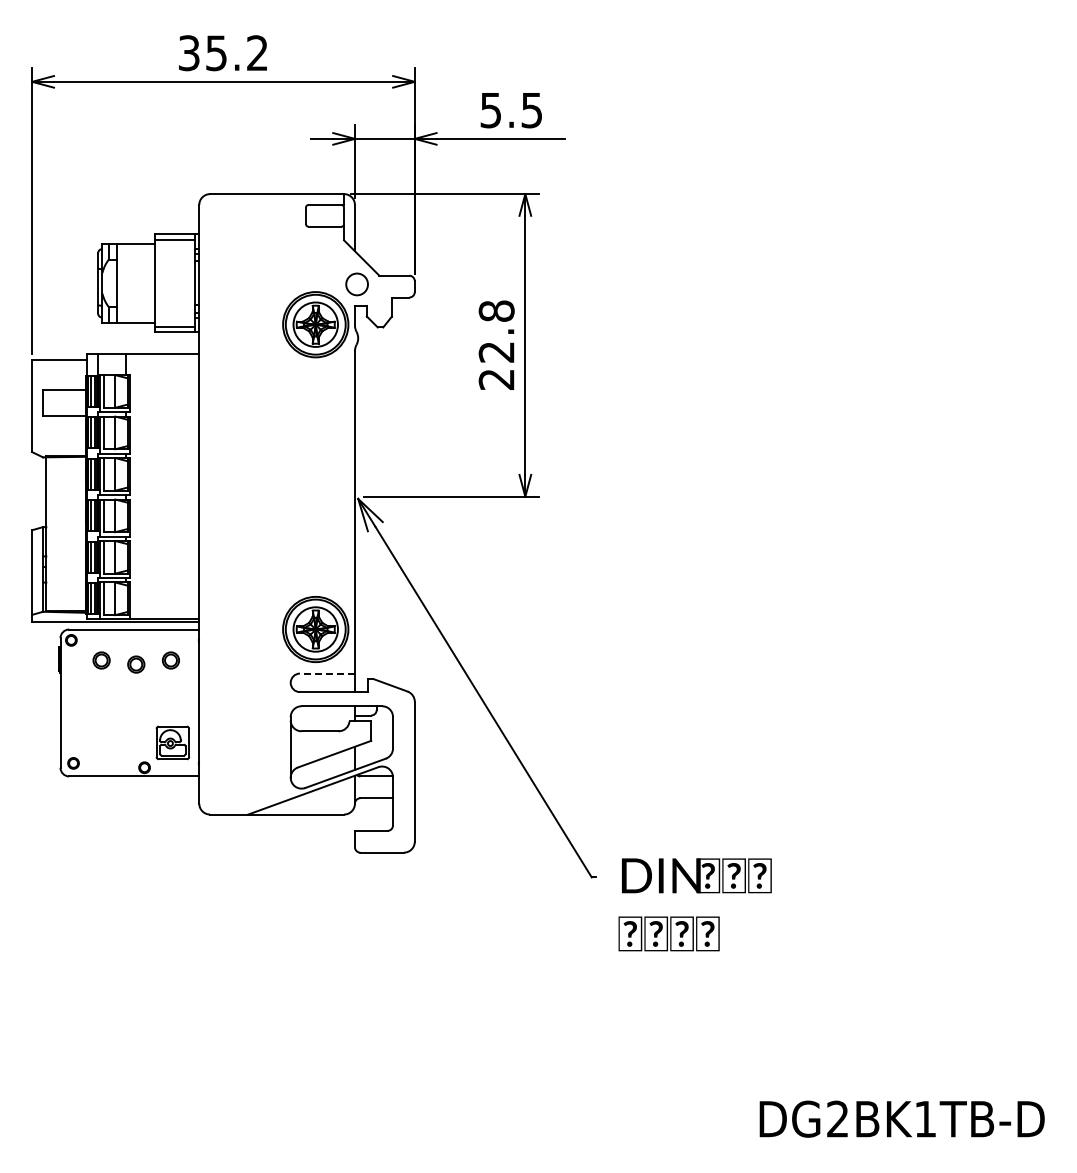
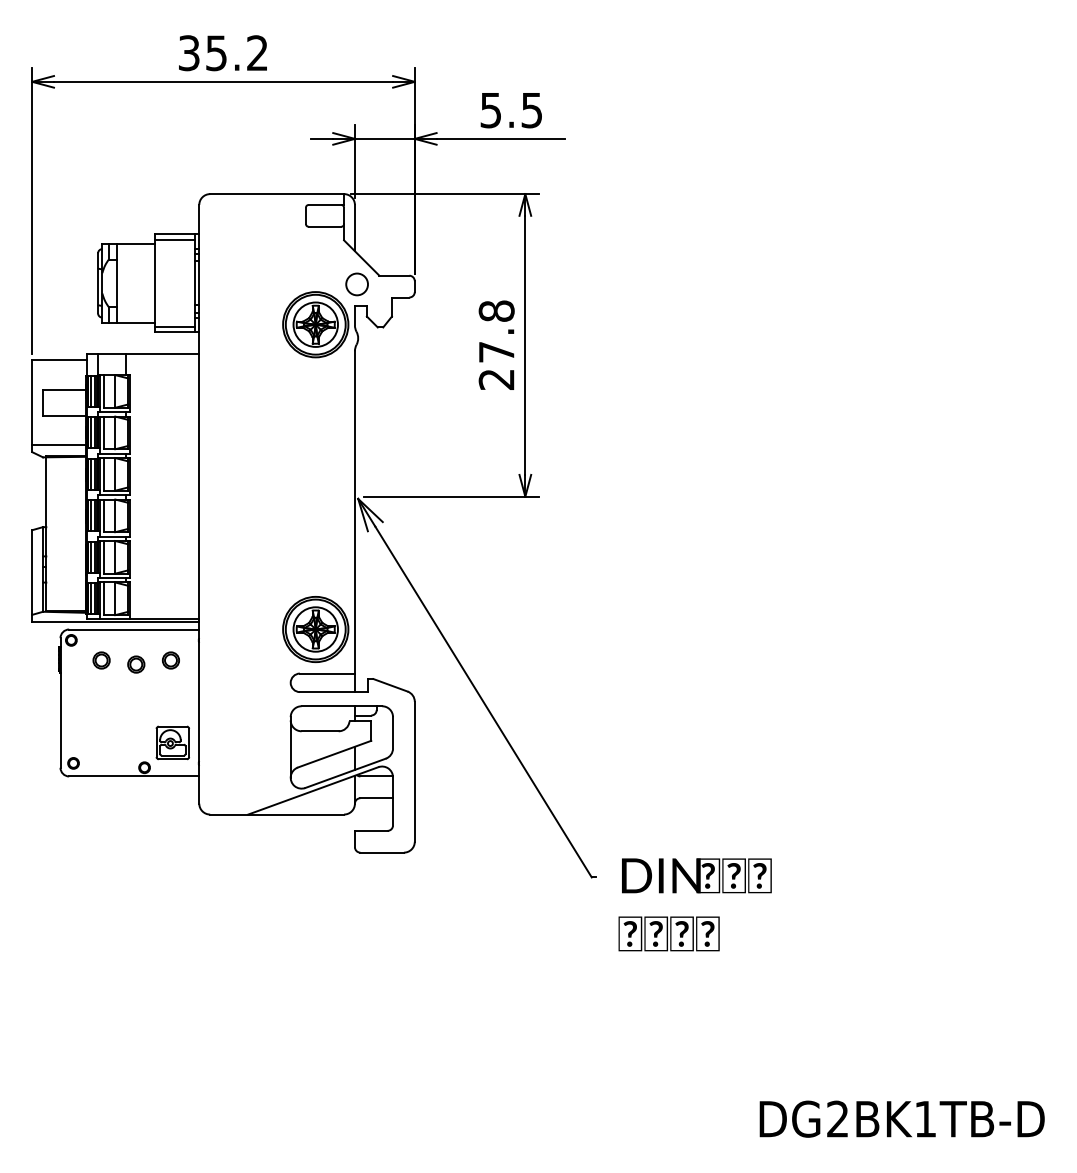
text at (496, 352): 22.8 -> 27.8
line at (59, 445): none -> present
line at (326, 673): dashed -> solid
